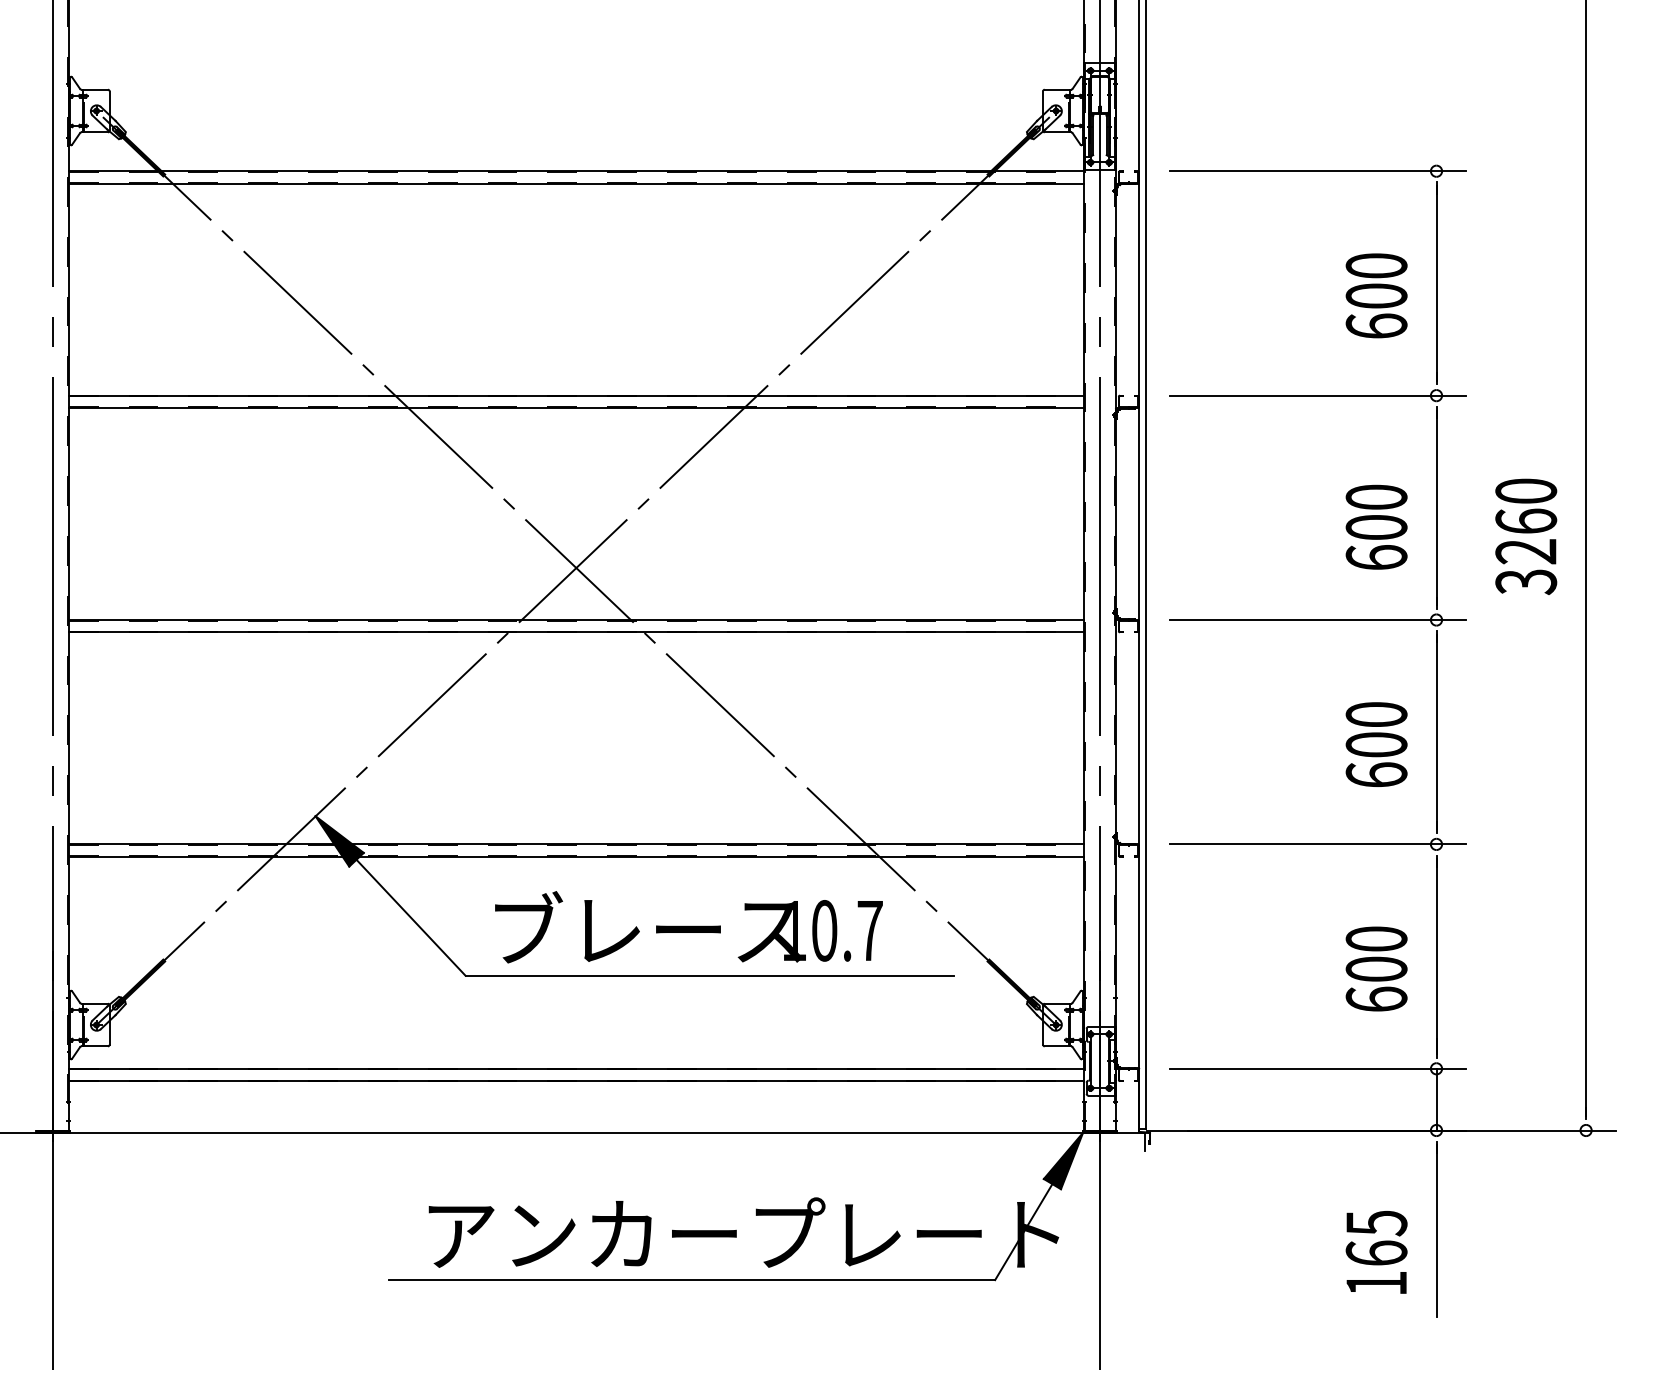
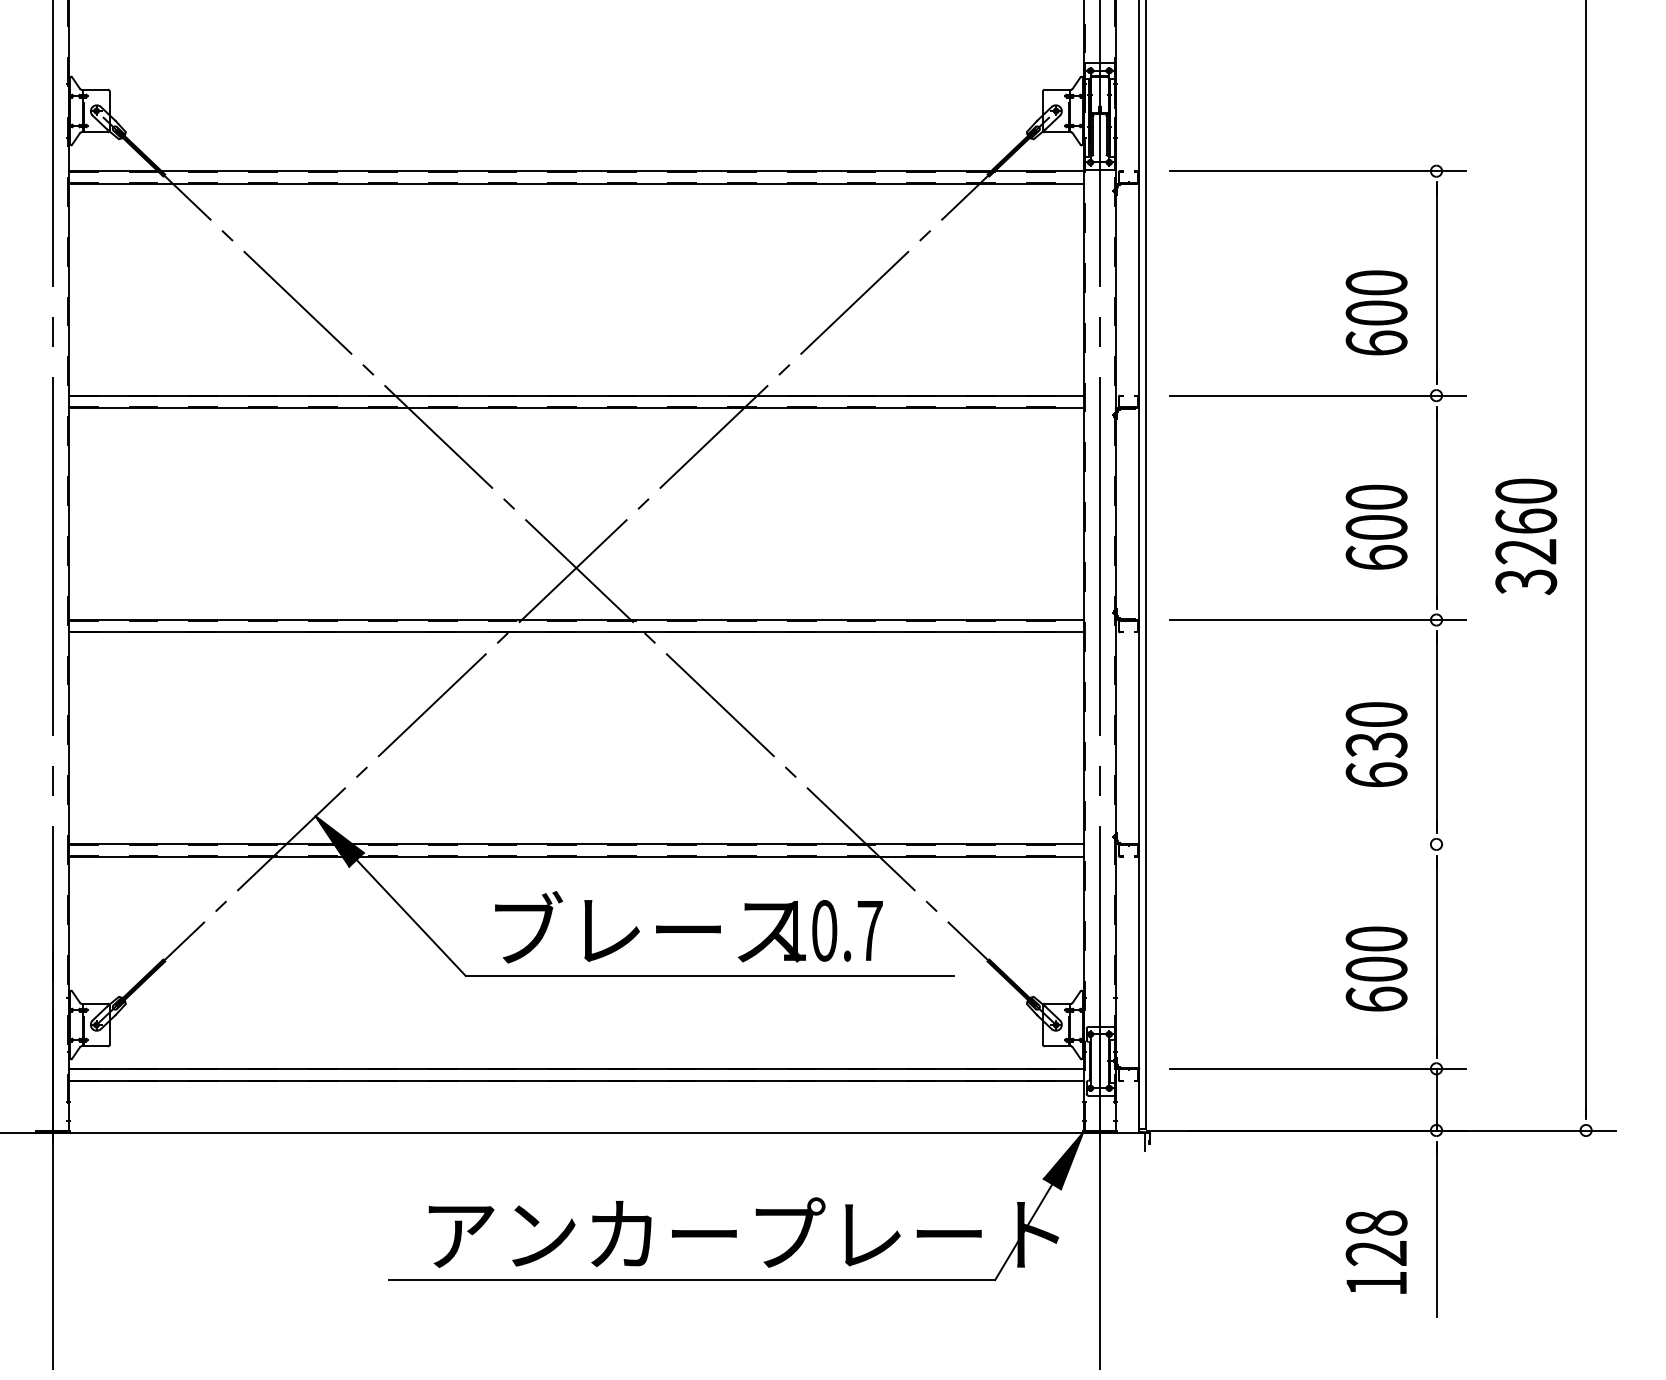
text at (1376, 295) position: (1376, 295) -> (1376, 312)
text at (1376, 745): 600 -> 630
line at (1317, 844): present -> none
text at (1376, 1237): 165 -> 128
